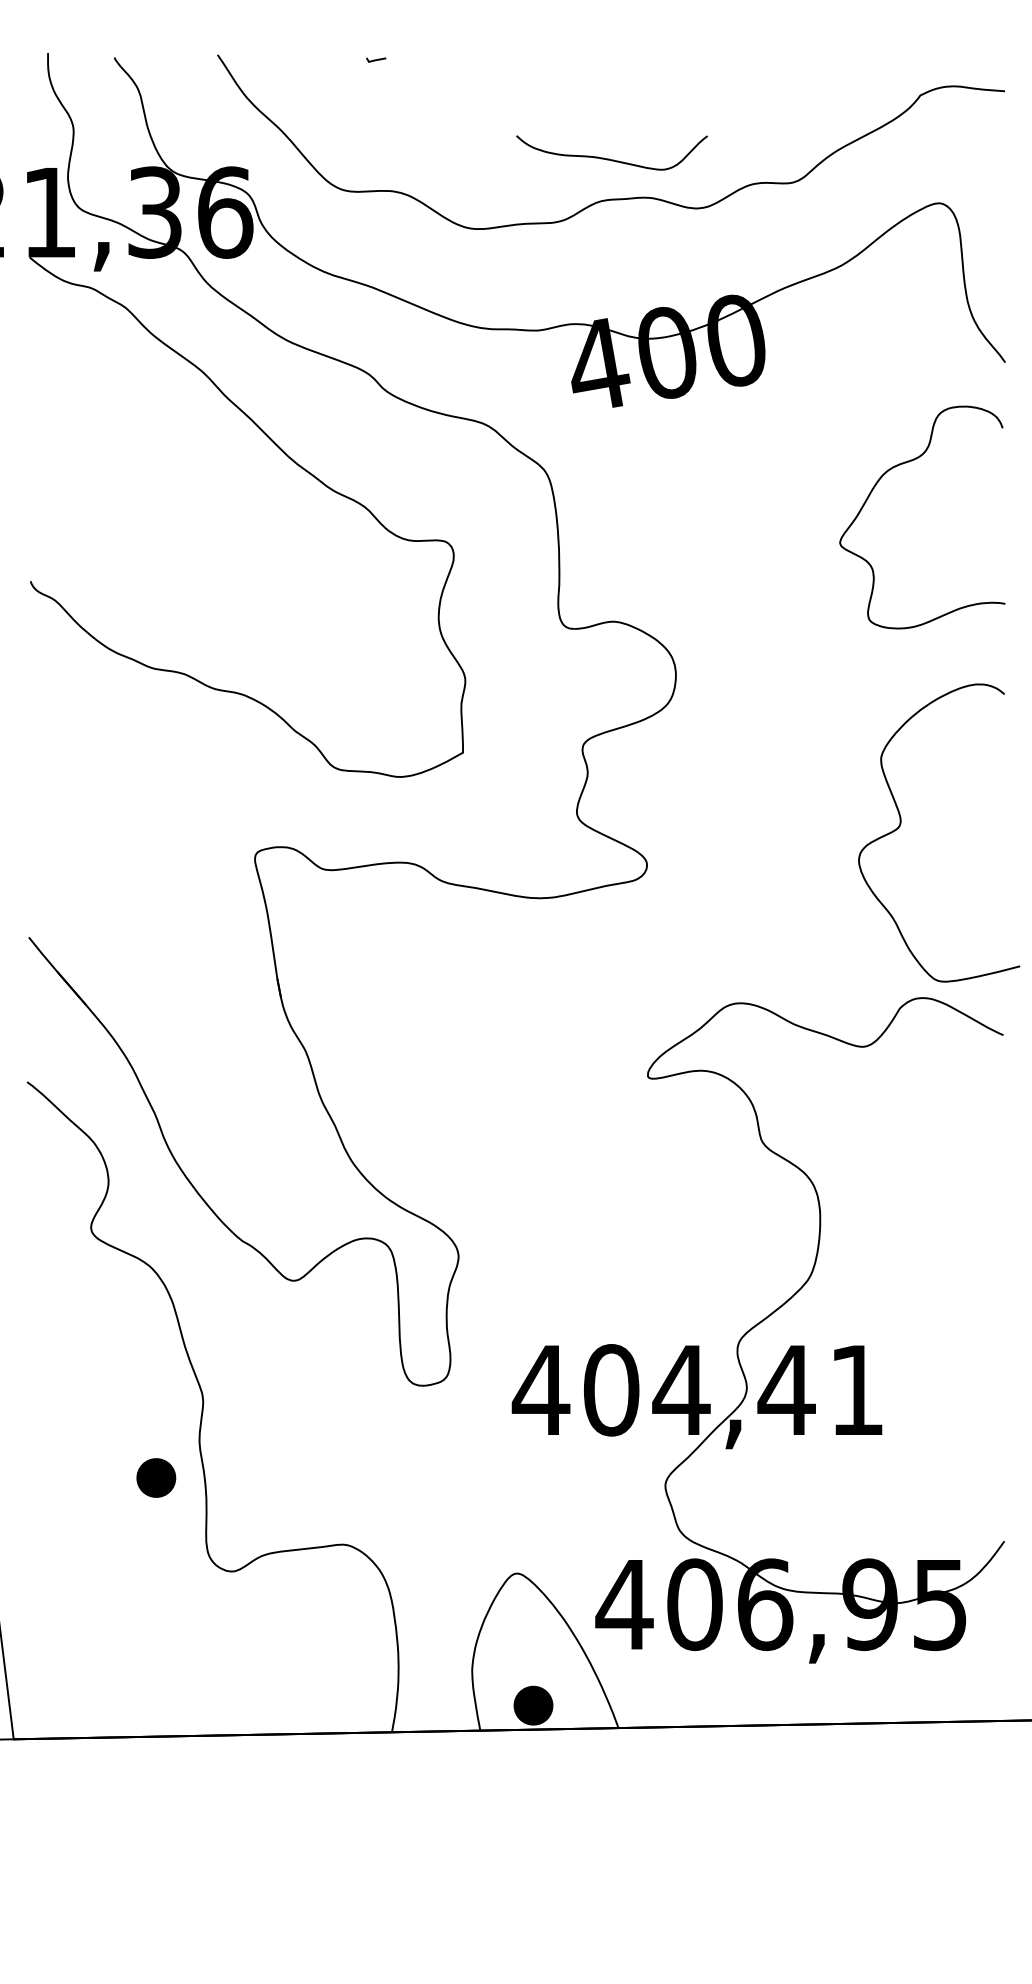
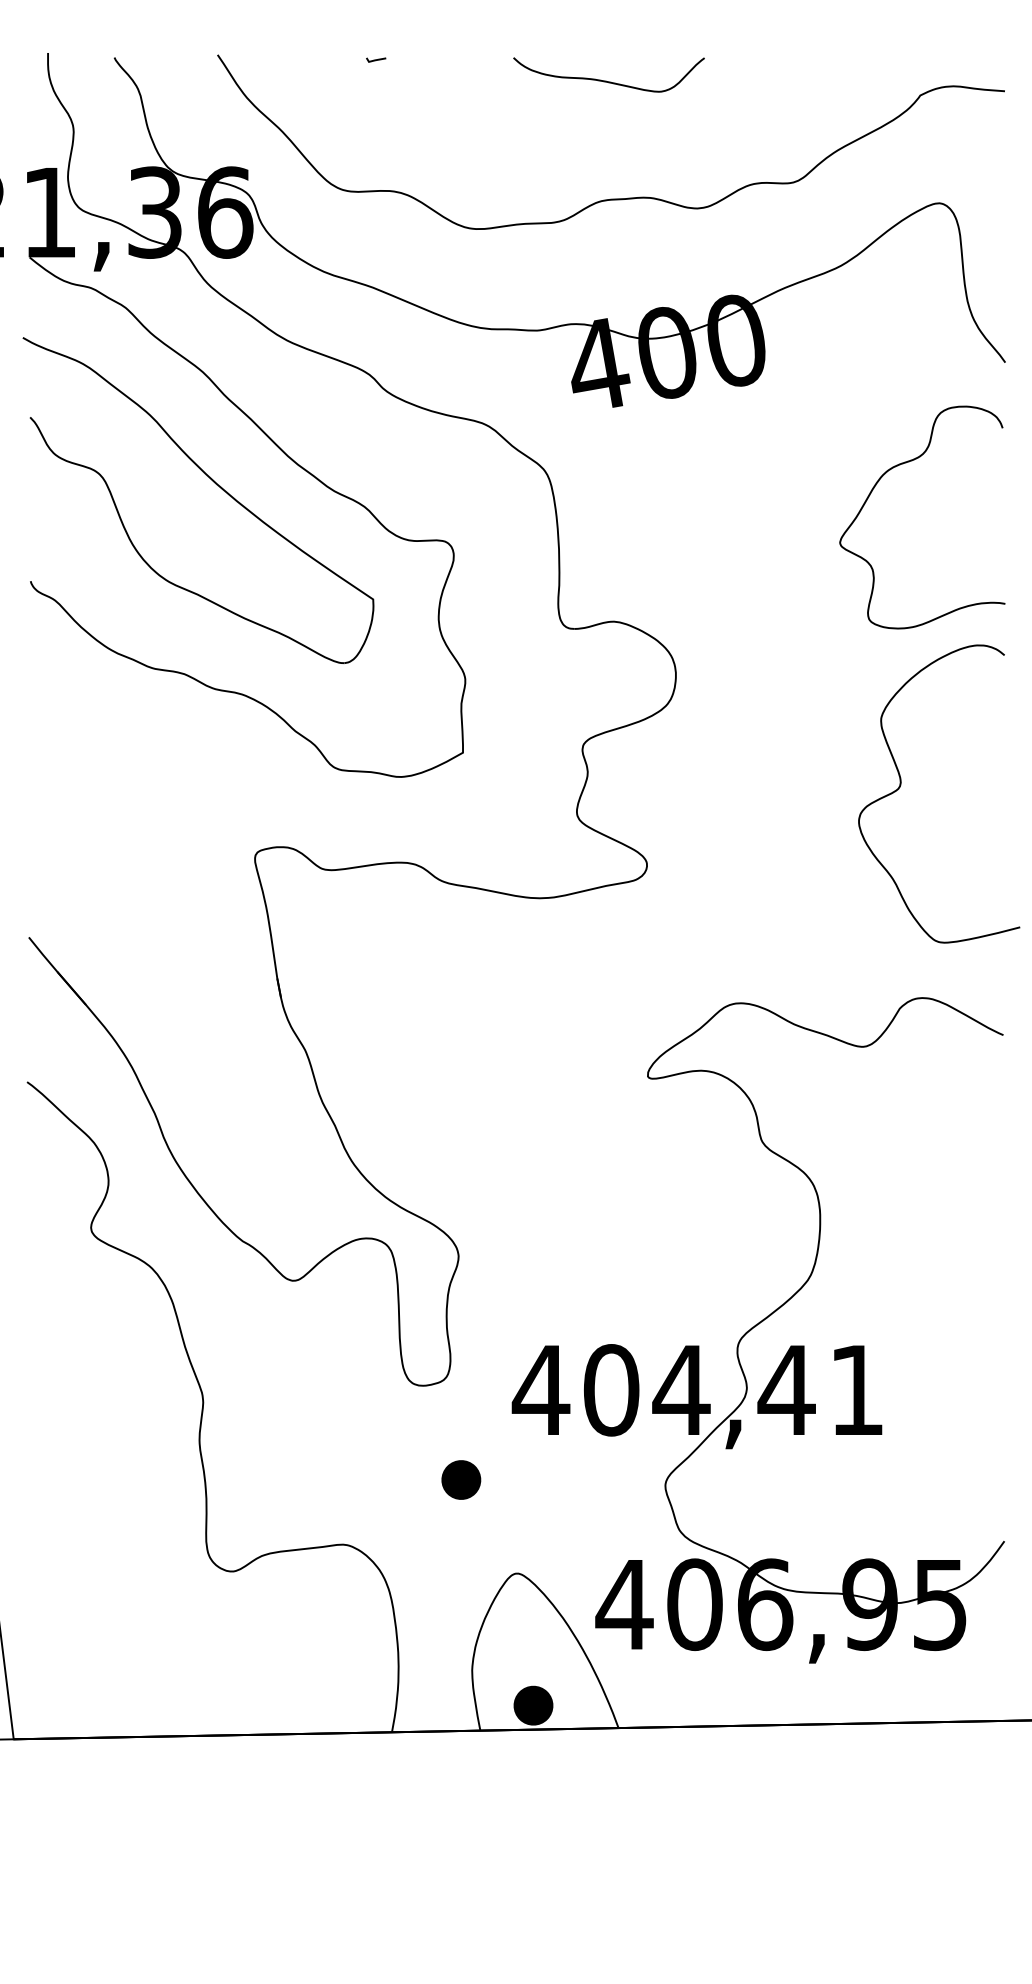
curve at (609, 158) position: (609, 158) -> (606, 80)
part at (214, 483): none -> present
curve at (901, 824) position: (901, 824) -> (901, 785)
part at (156, 1477) position: (156, 1477) -> (461, 1479)
